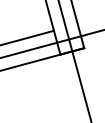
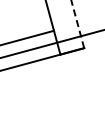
line at (77, 24): solid -> dashed
line at (74, 60): present -> none
